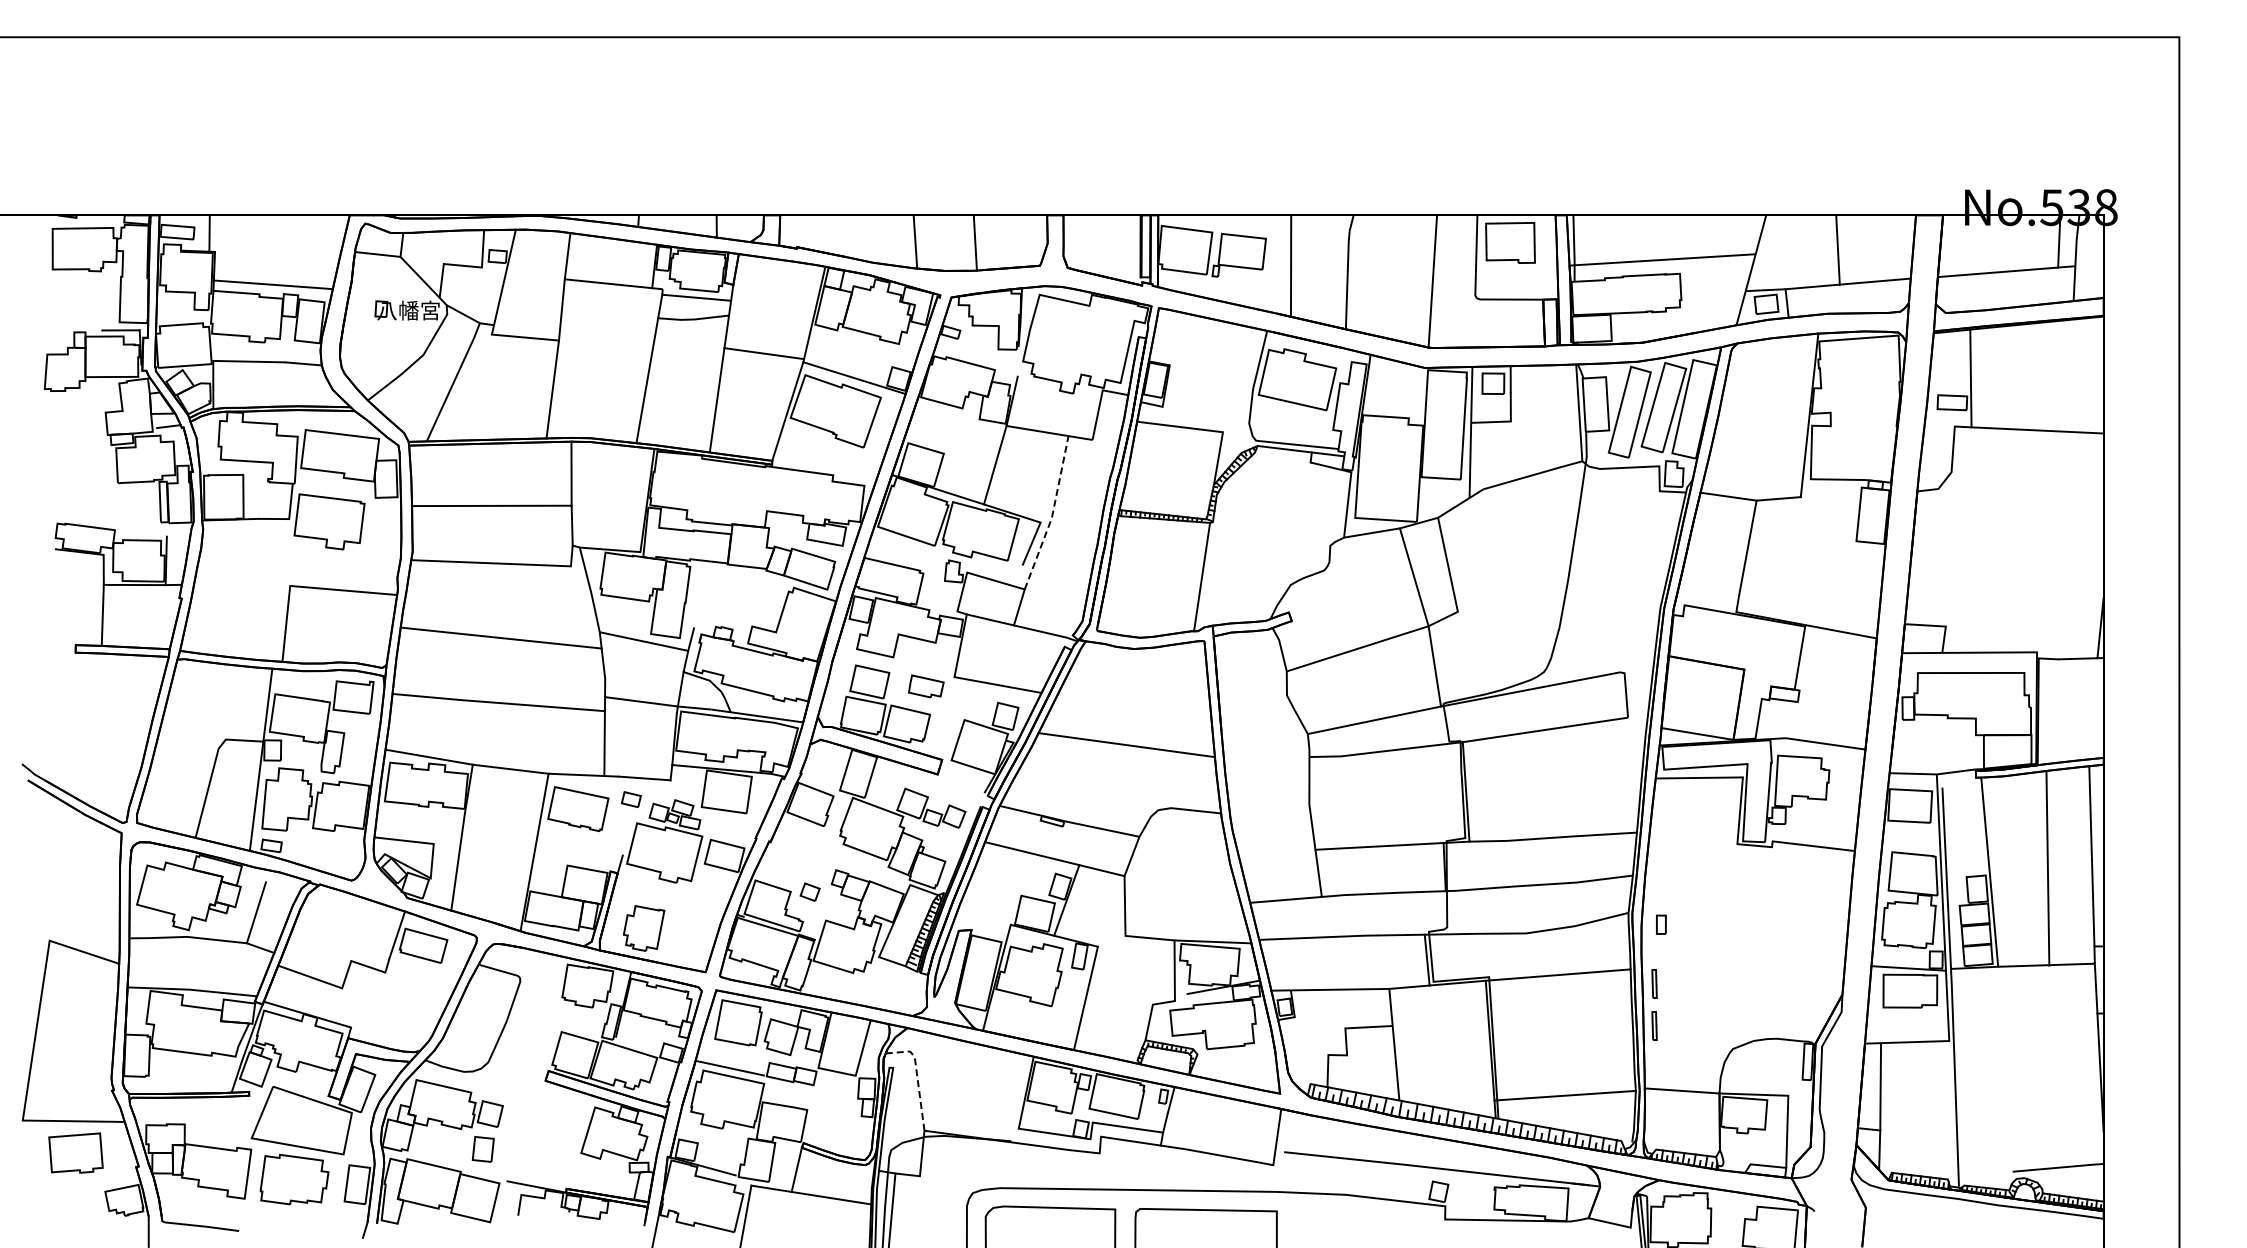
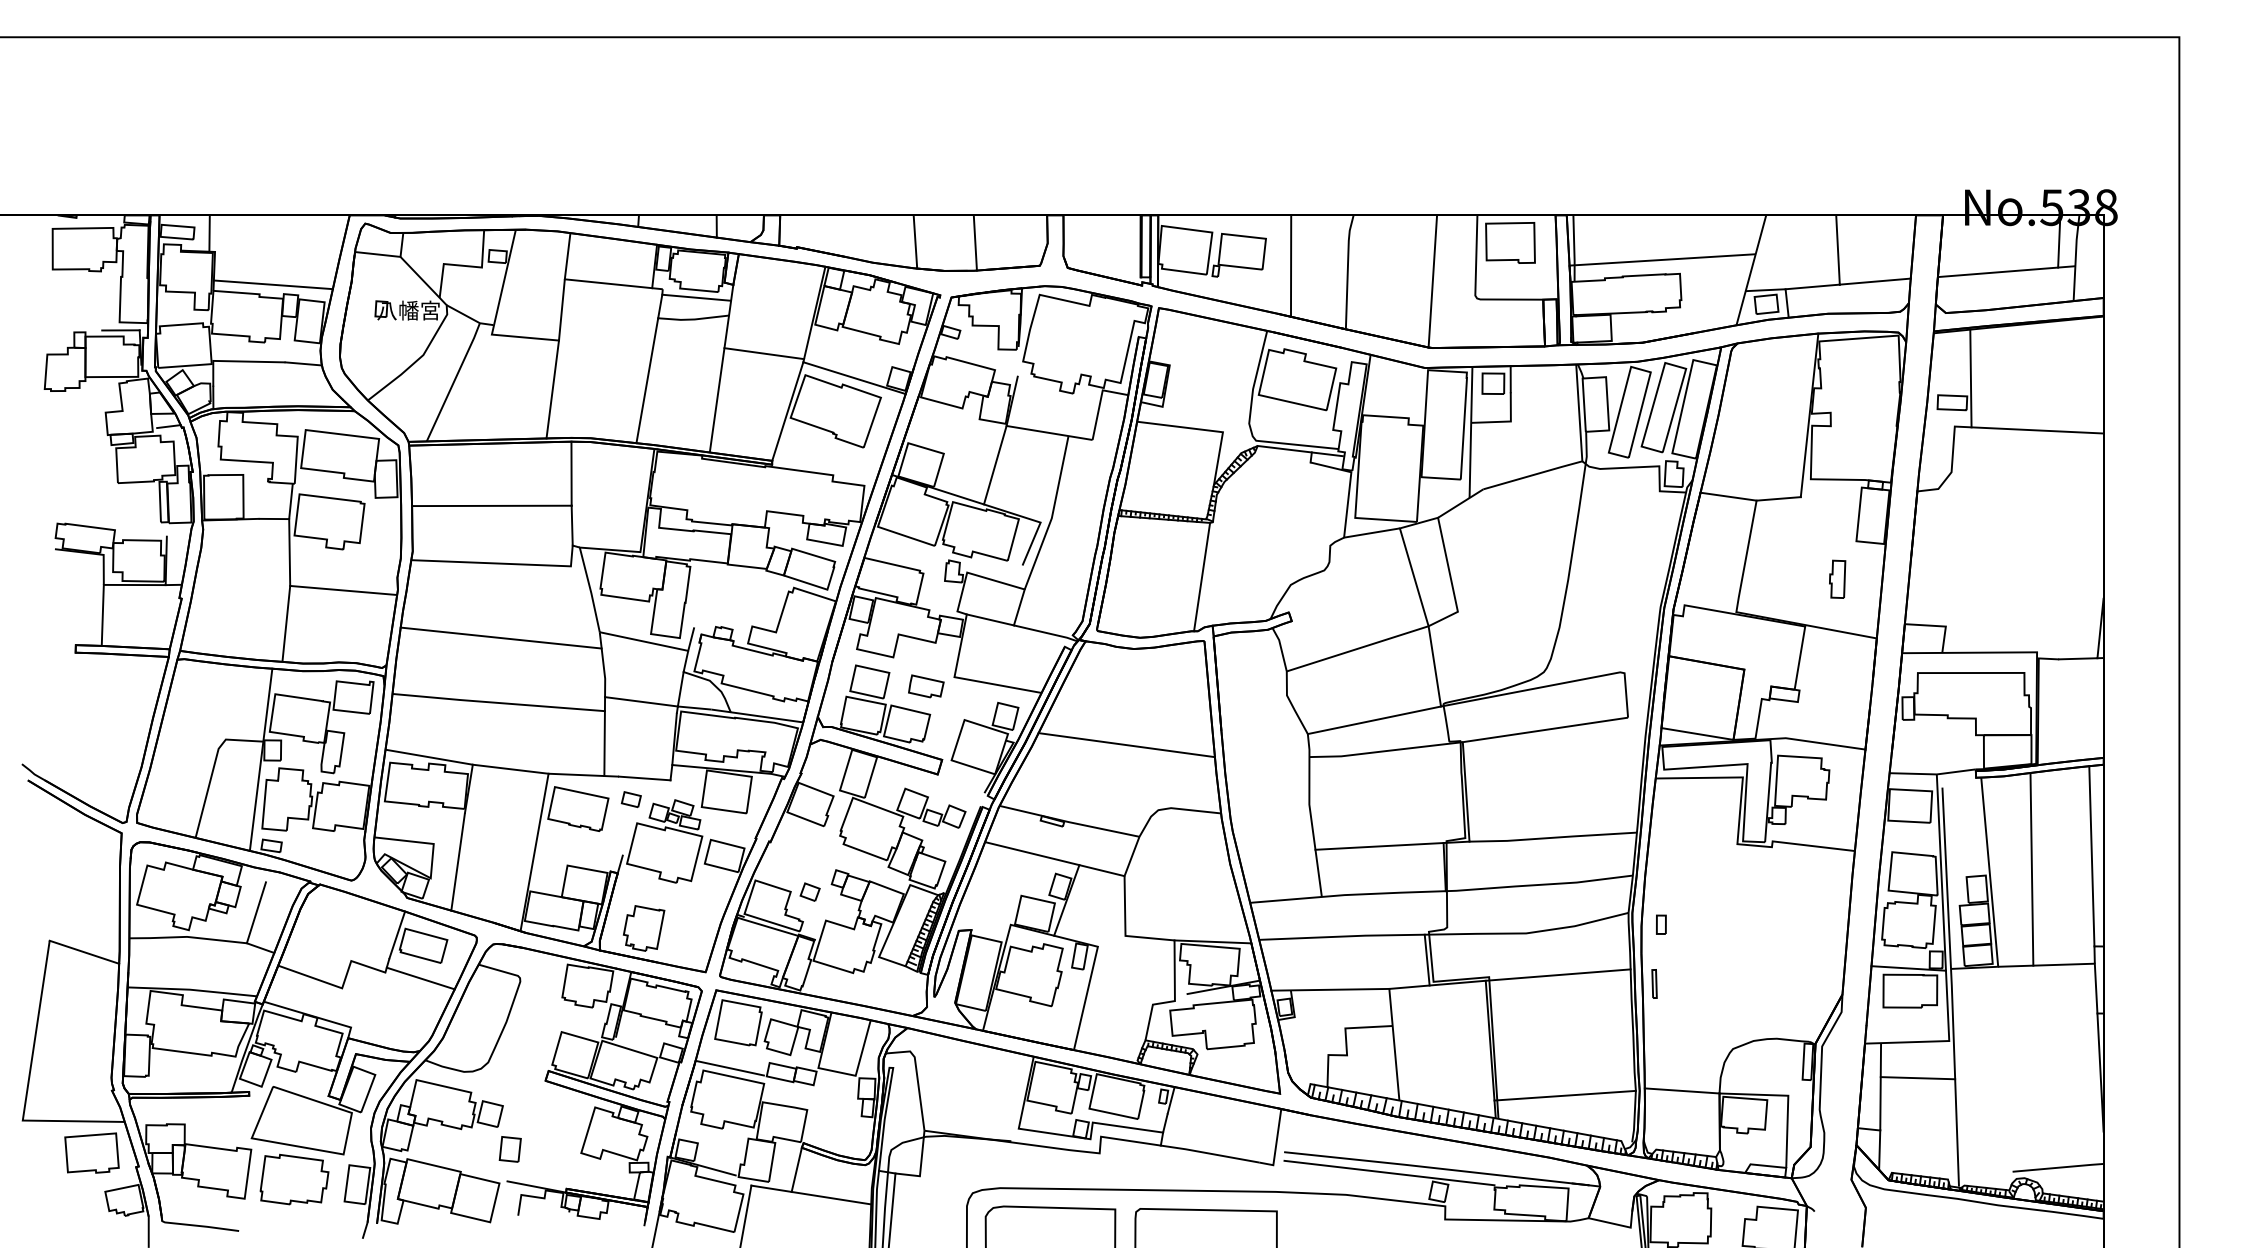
line at (1052, 515): dashed -> solid
line at (289, 552): none -> present
part at (1837, 578): none -> present
line at (2047, 868) position: (2047, 868) -> (2031, 868)
line at (420, 978): none -> present
part at (1654, 1025): present -> none
line at (917, 1076): dashed -> solid
line at (1917, 1078): none -> present
part at (482, 1149) position: (482, 1149) -> (509, 1149)
part at (75, 1152) position: (75, 1152) -> (91, 1152)
line at (1389, 1172): none -> present
